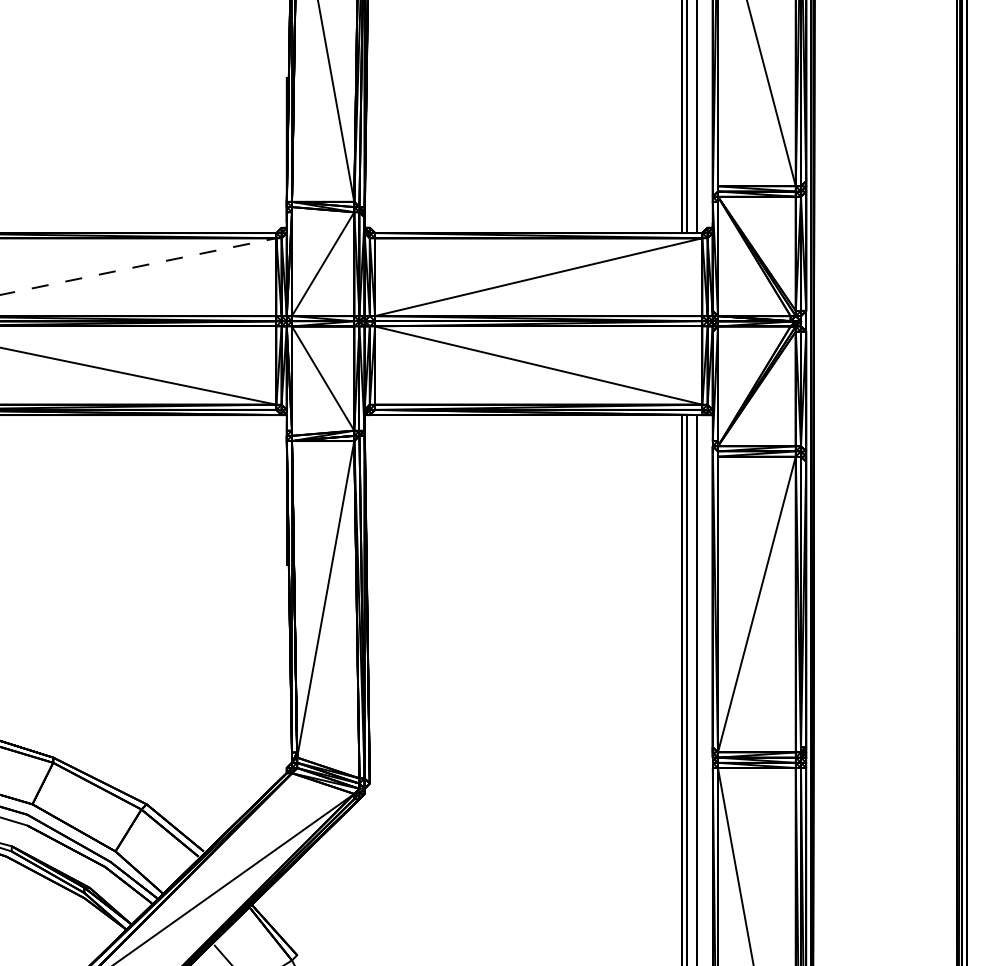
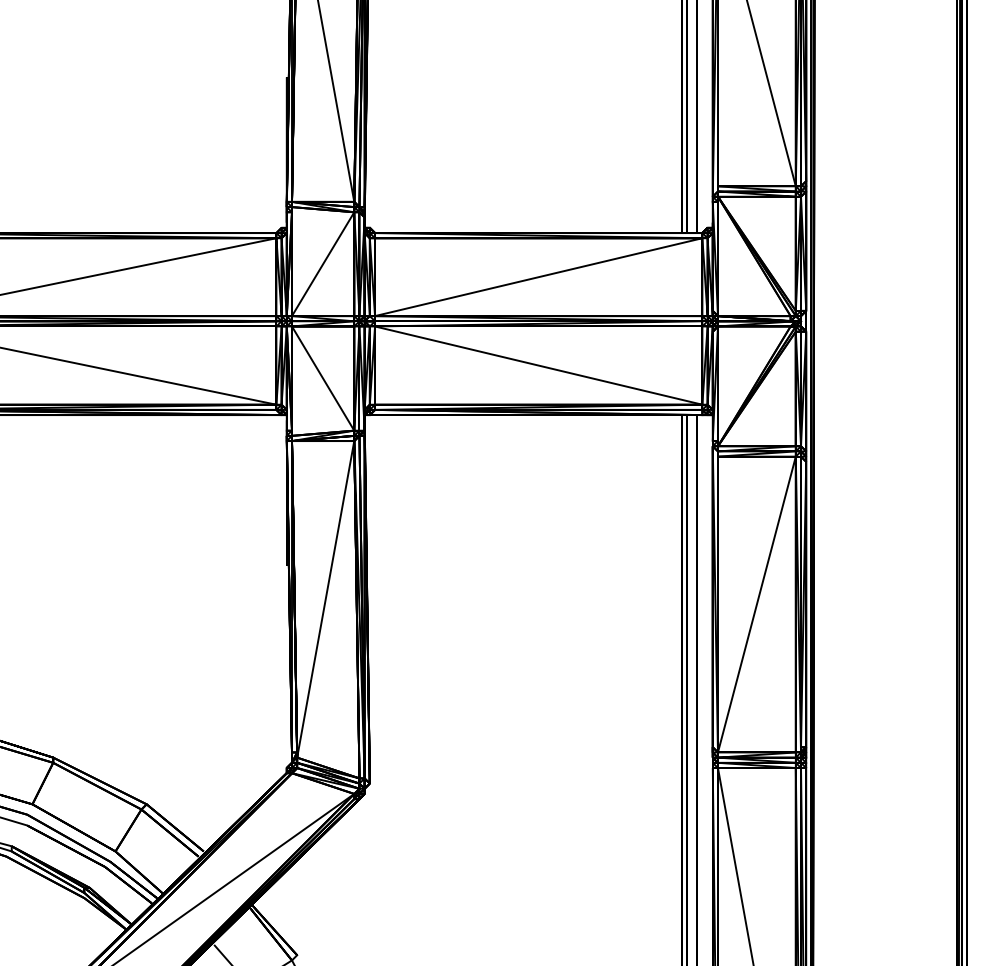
line at (138, 266): dashed -> solid
